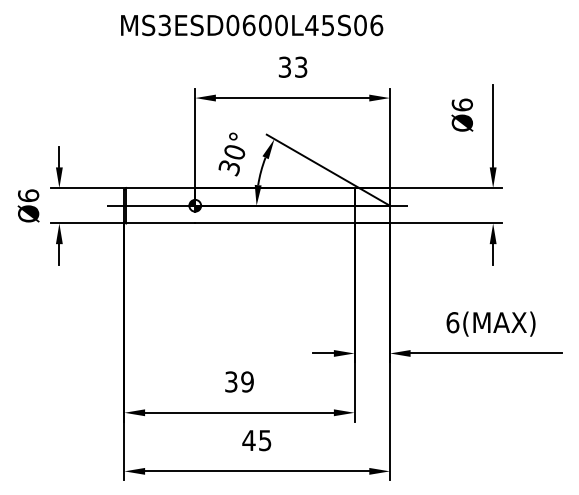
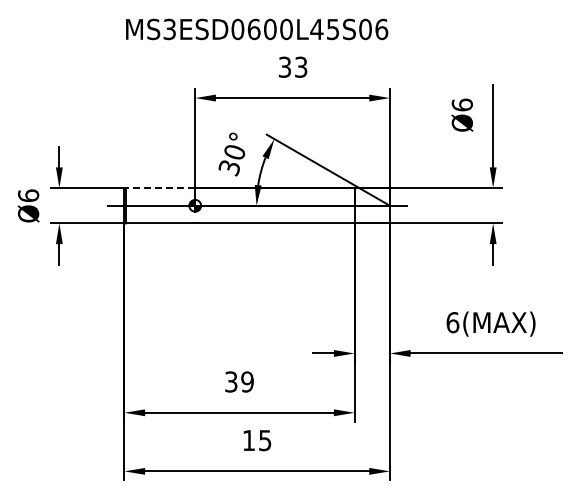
text at (252, 25) position: (252, 25) -> (257, 29)
line at (160, 188): solid -> dashed
text at (248, 440): 45 -> 15
